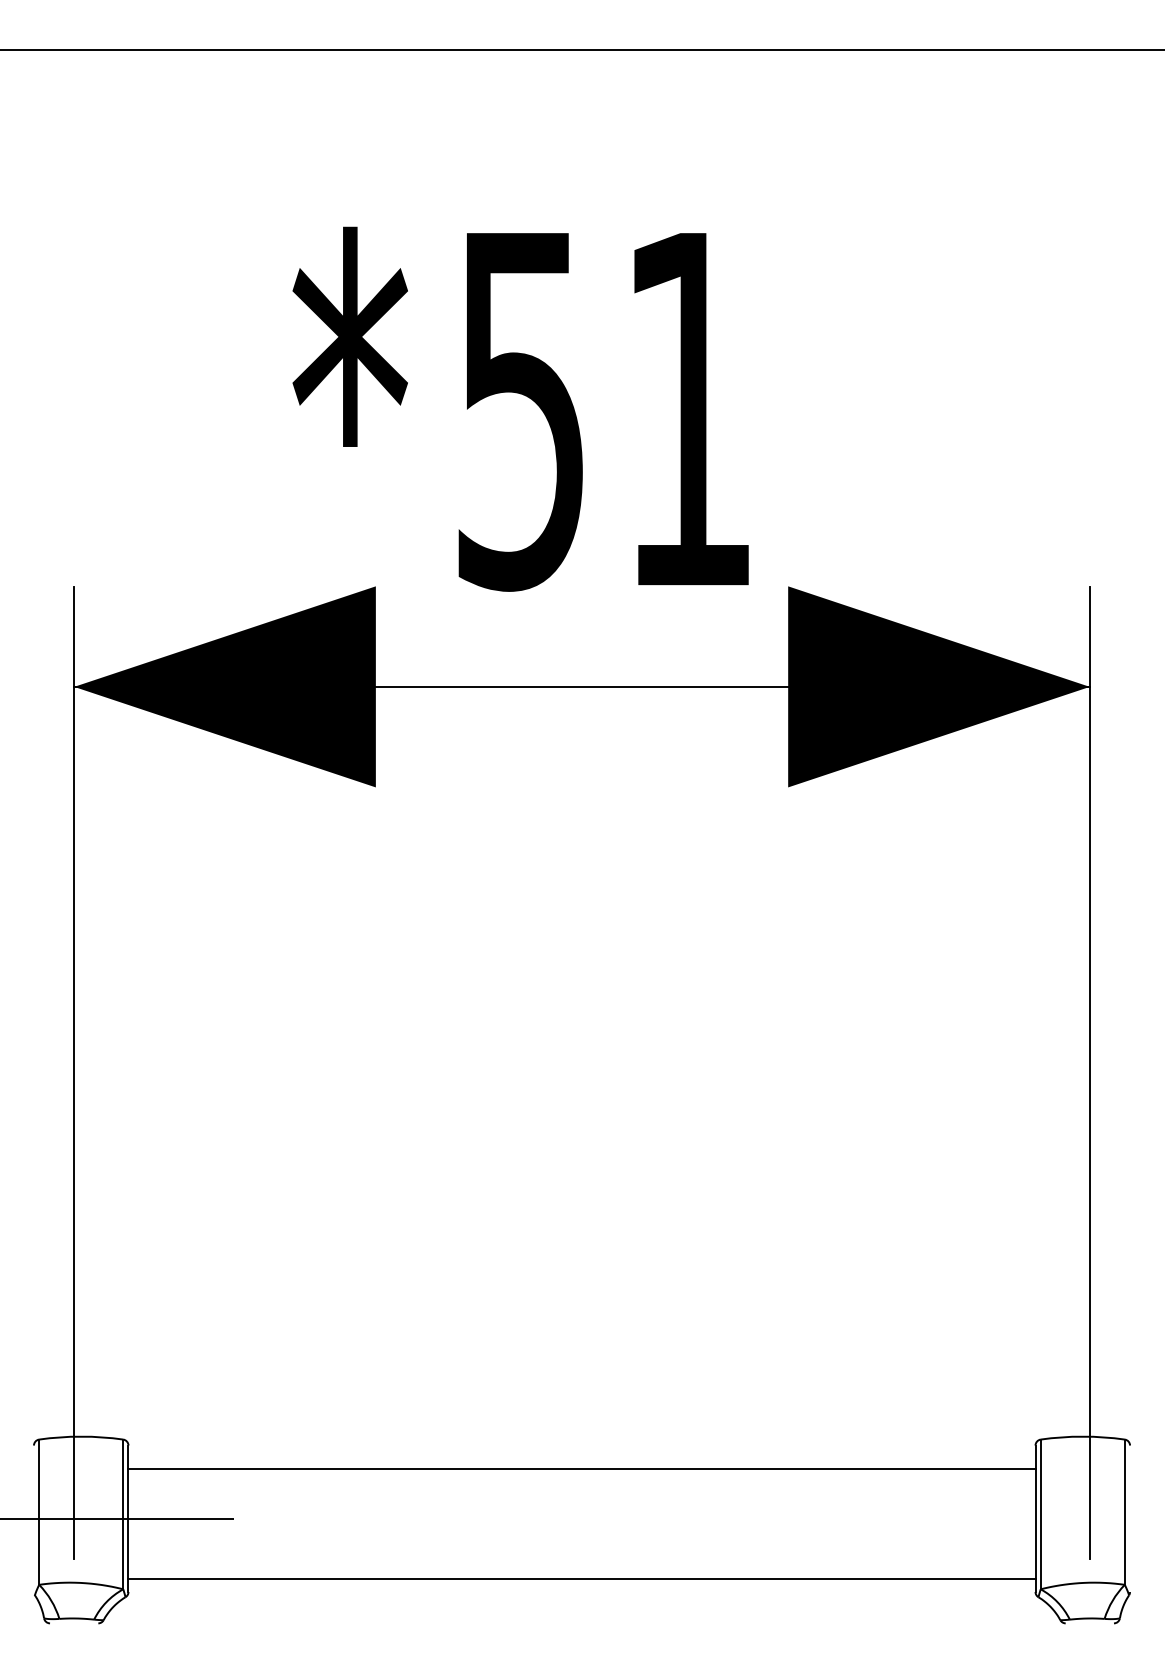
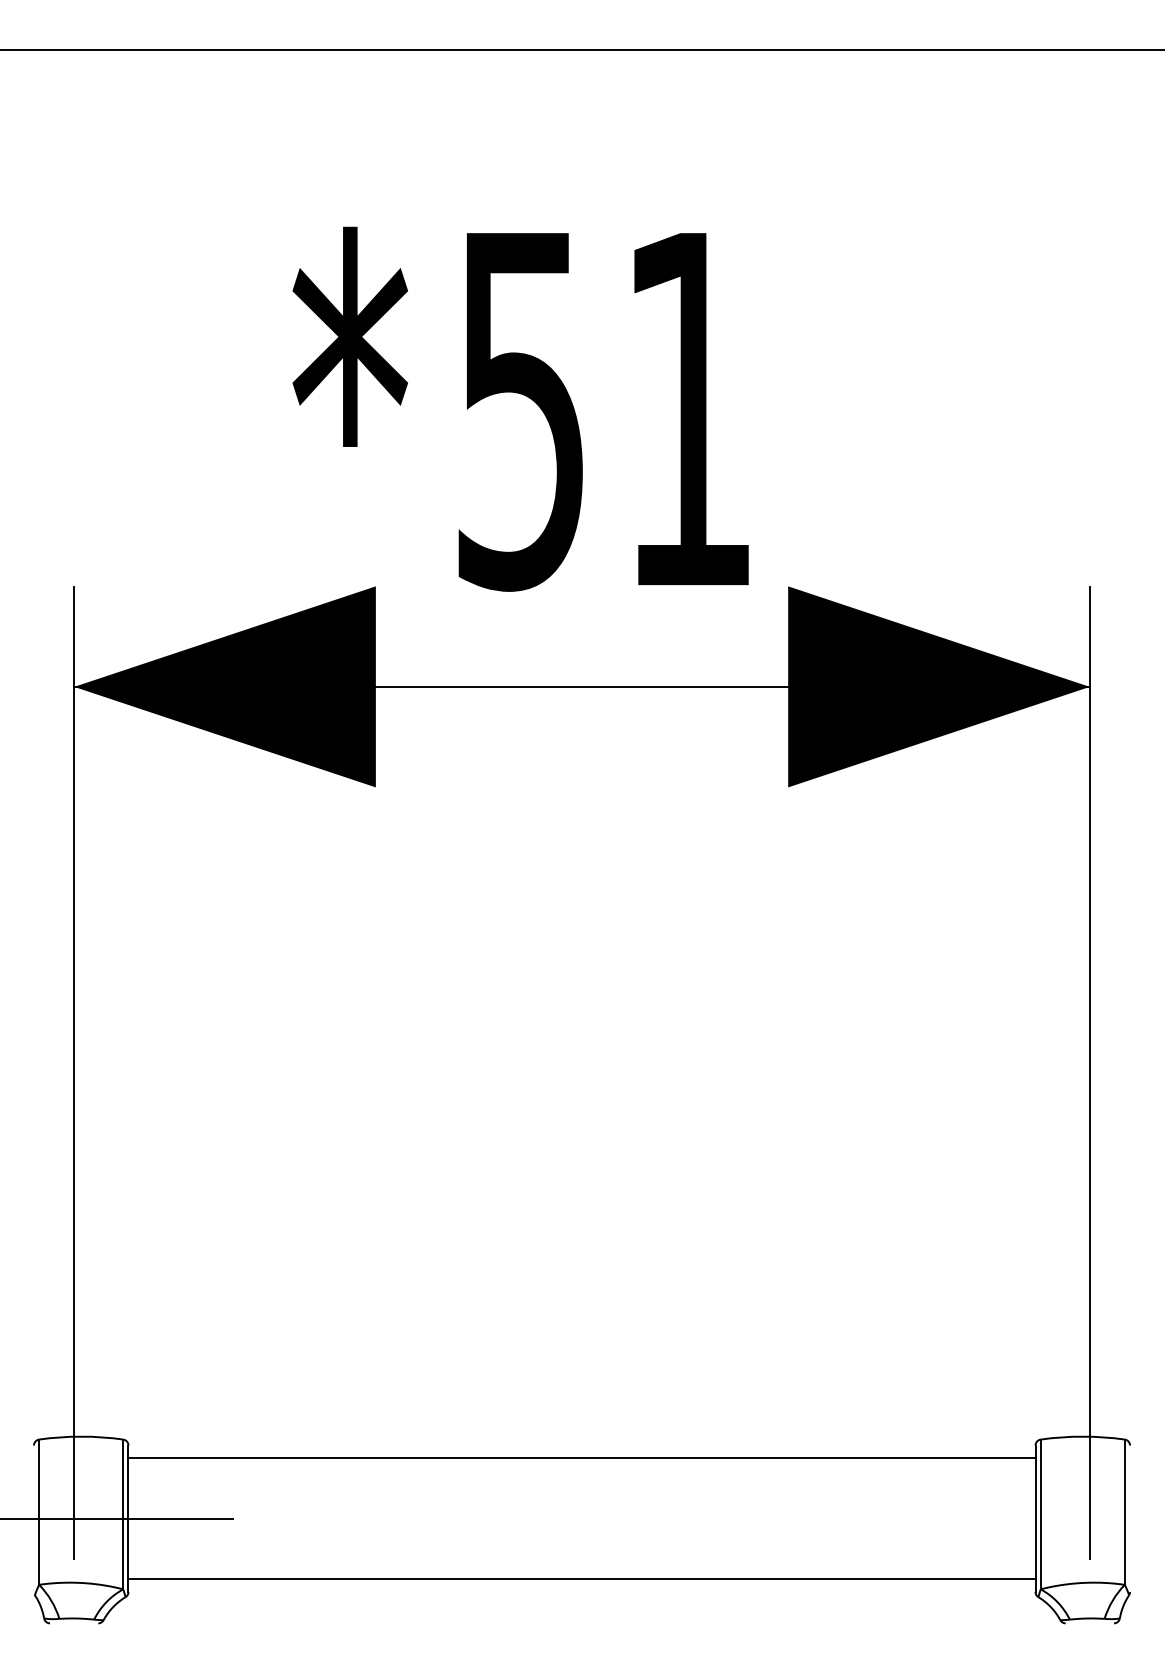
line at (581, 1469) position: (581, 1469) -> (581, 1458)
